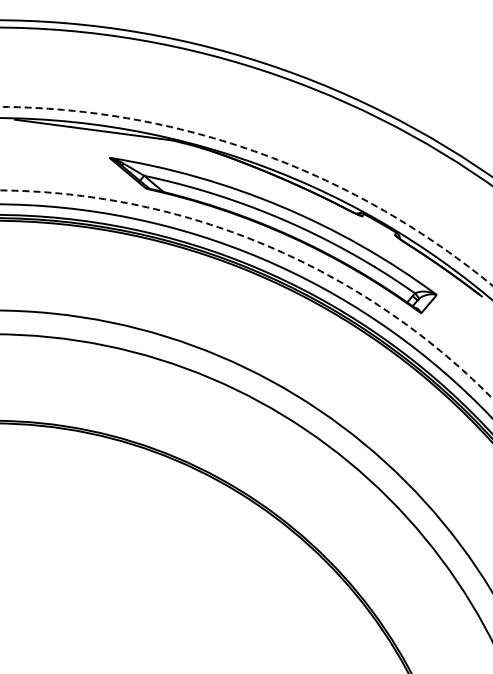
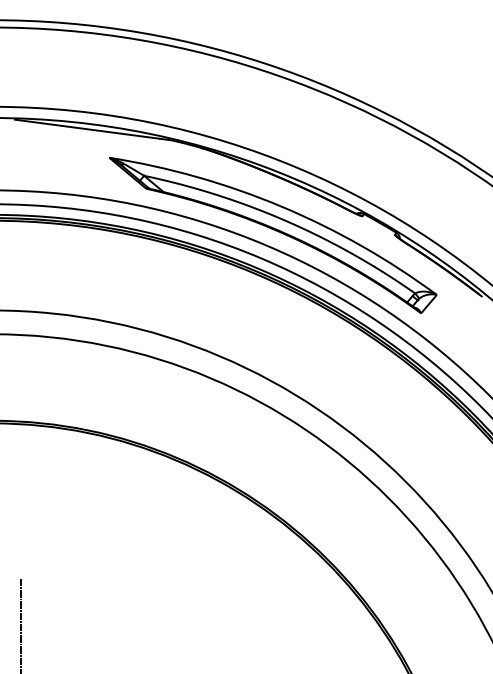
circle at (246, 195): dashed -> solid
circle at (246, 294): dashed -> solid
line at (21, 624): none -> present
